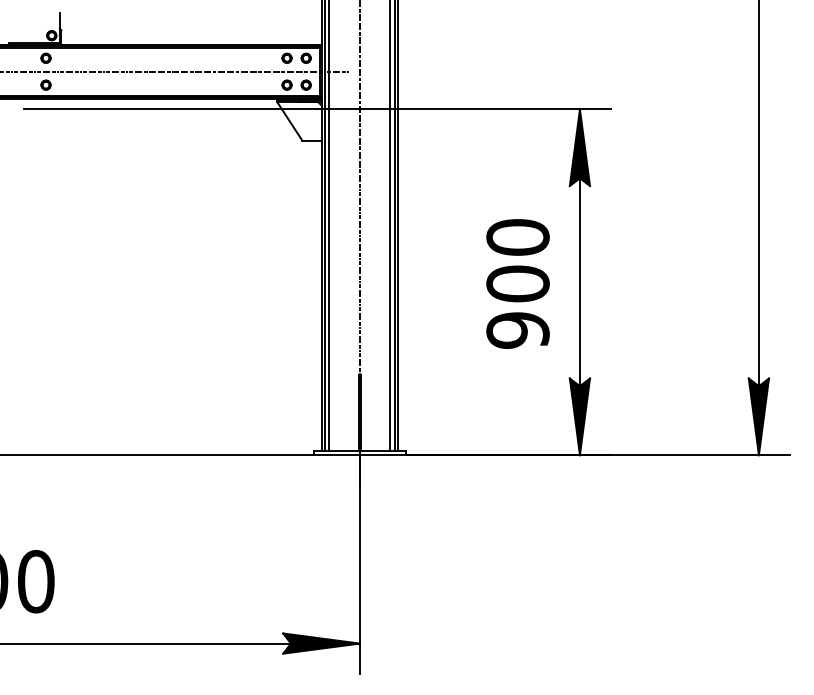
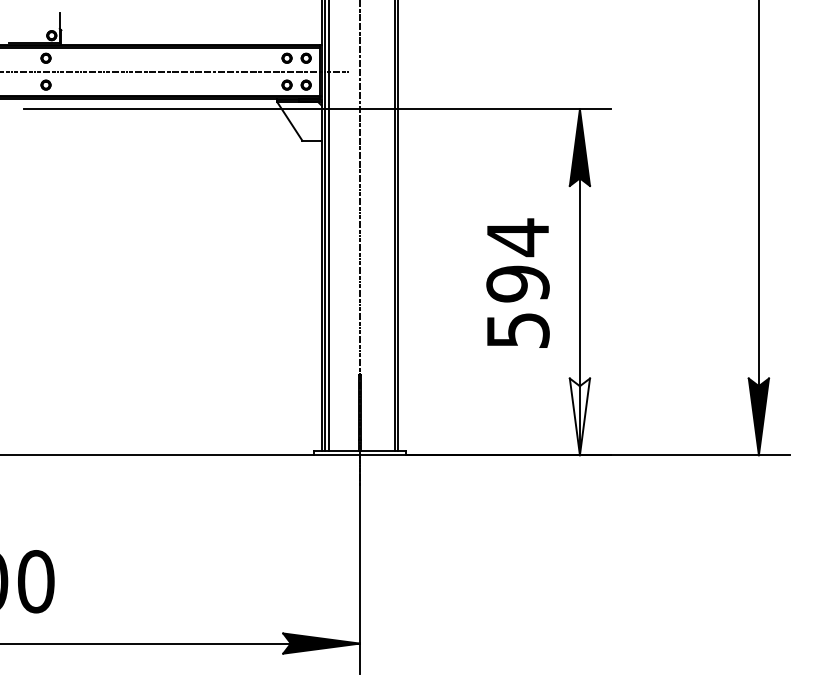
line at (390, 226): present -> none
text at (517, 283): 900 -> 594
fill at (579, 416): present -> none
